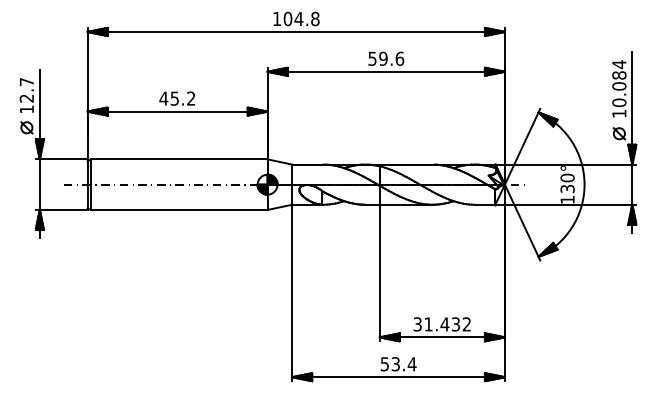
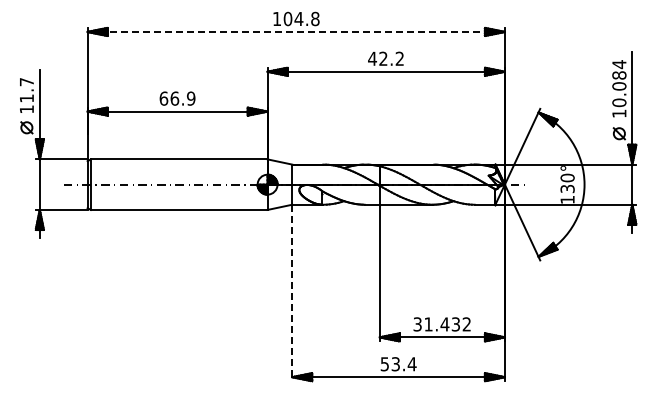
line at (296, 31): solid -> dashed
text at (386, 58): 59.6 -> 42.2
text at (26, 98): 12.7 -> 11.7
text at (177, 98): 45.2 -> 66.9
line at (292, 293): solid -> dashed
